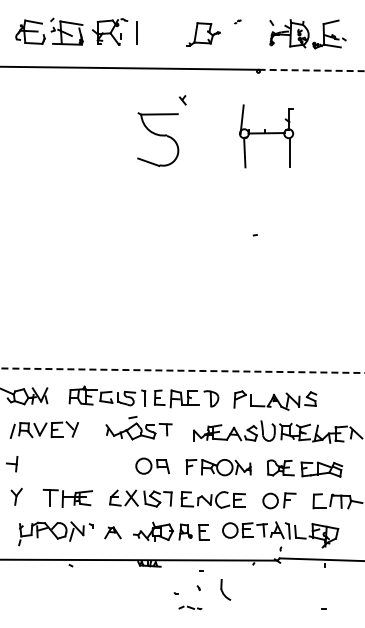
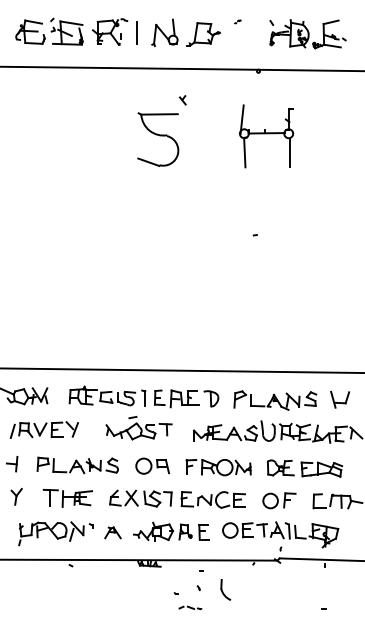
part at (164, 32): none -> present
line at (311, 70): dashed -> solid
line at (182, 370): dashed -> solid
part at (340, 399): none -> present
part at (77, 465): none -> present
